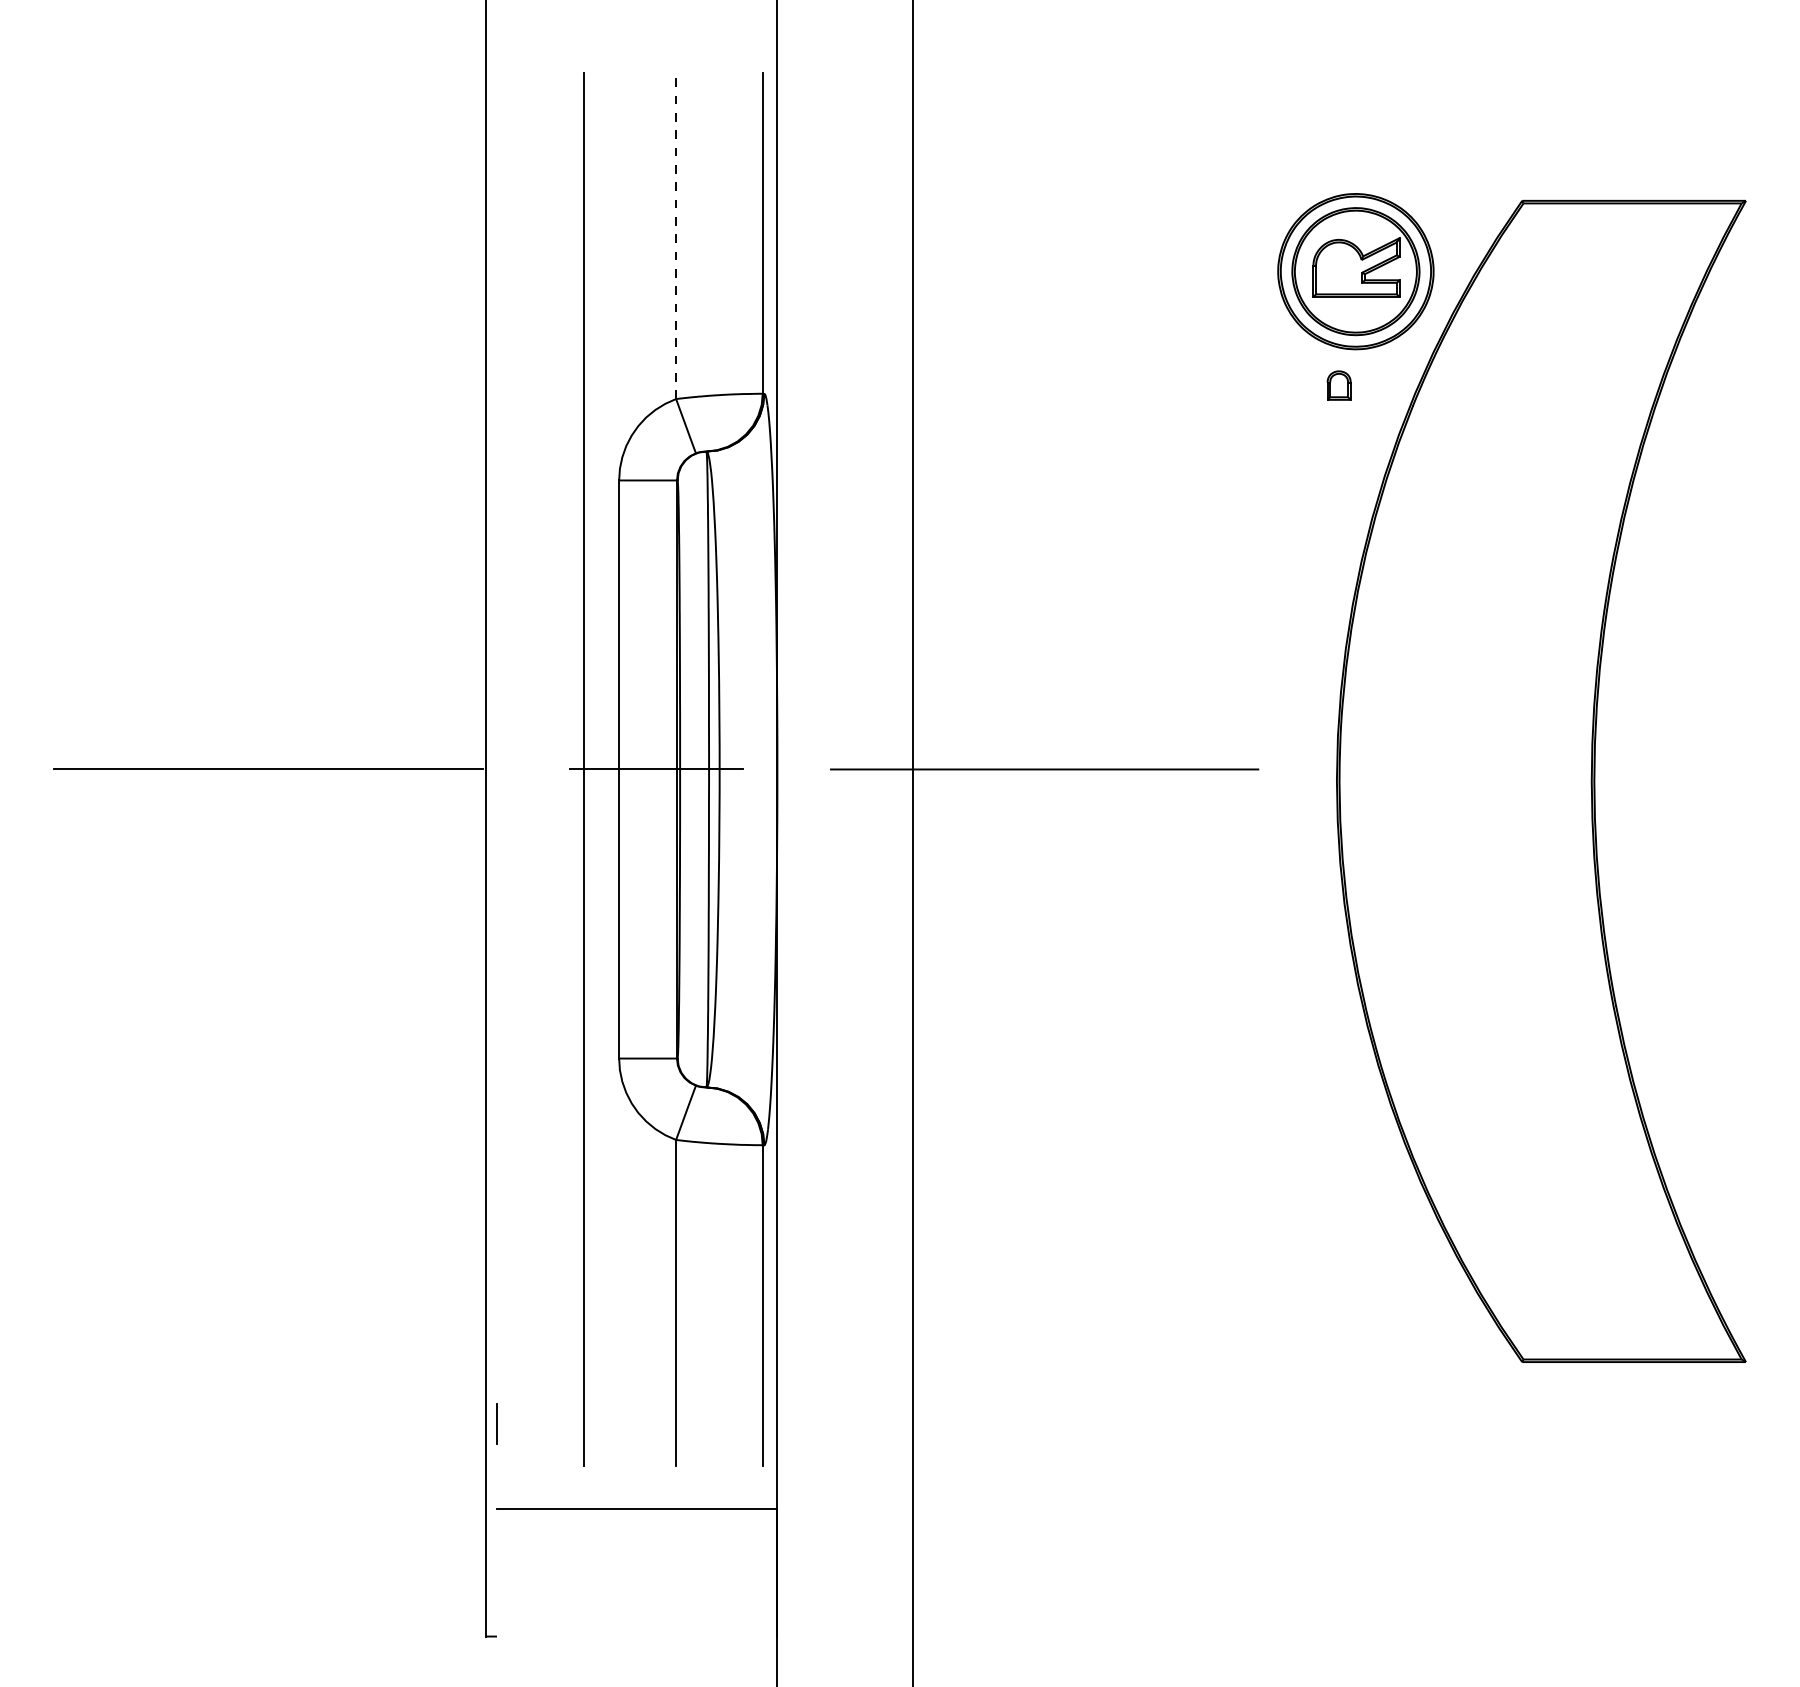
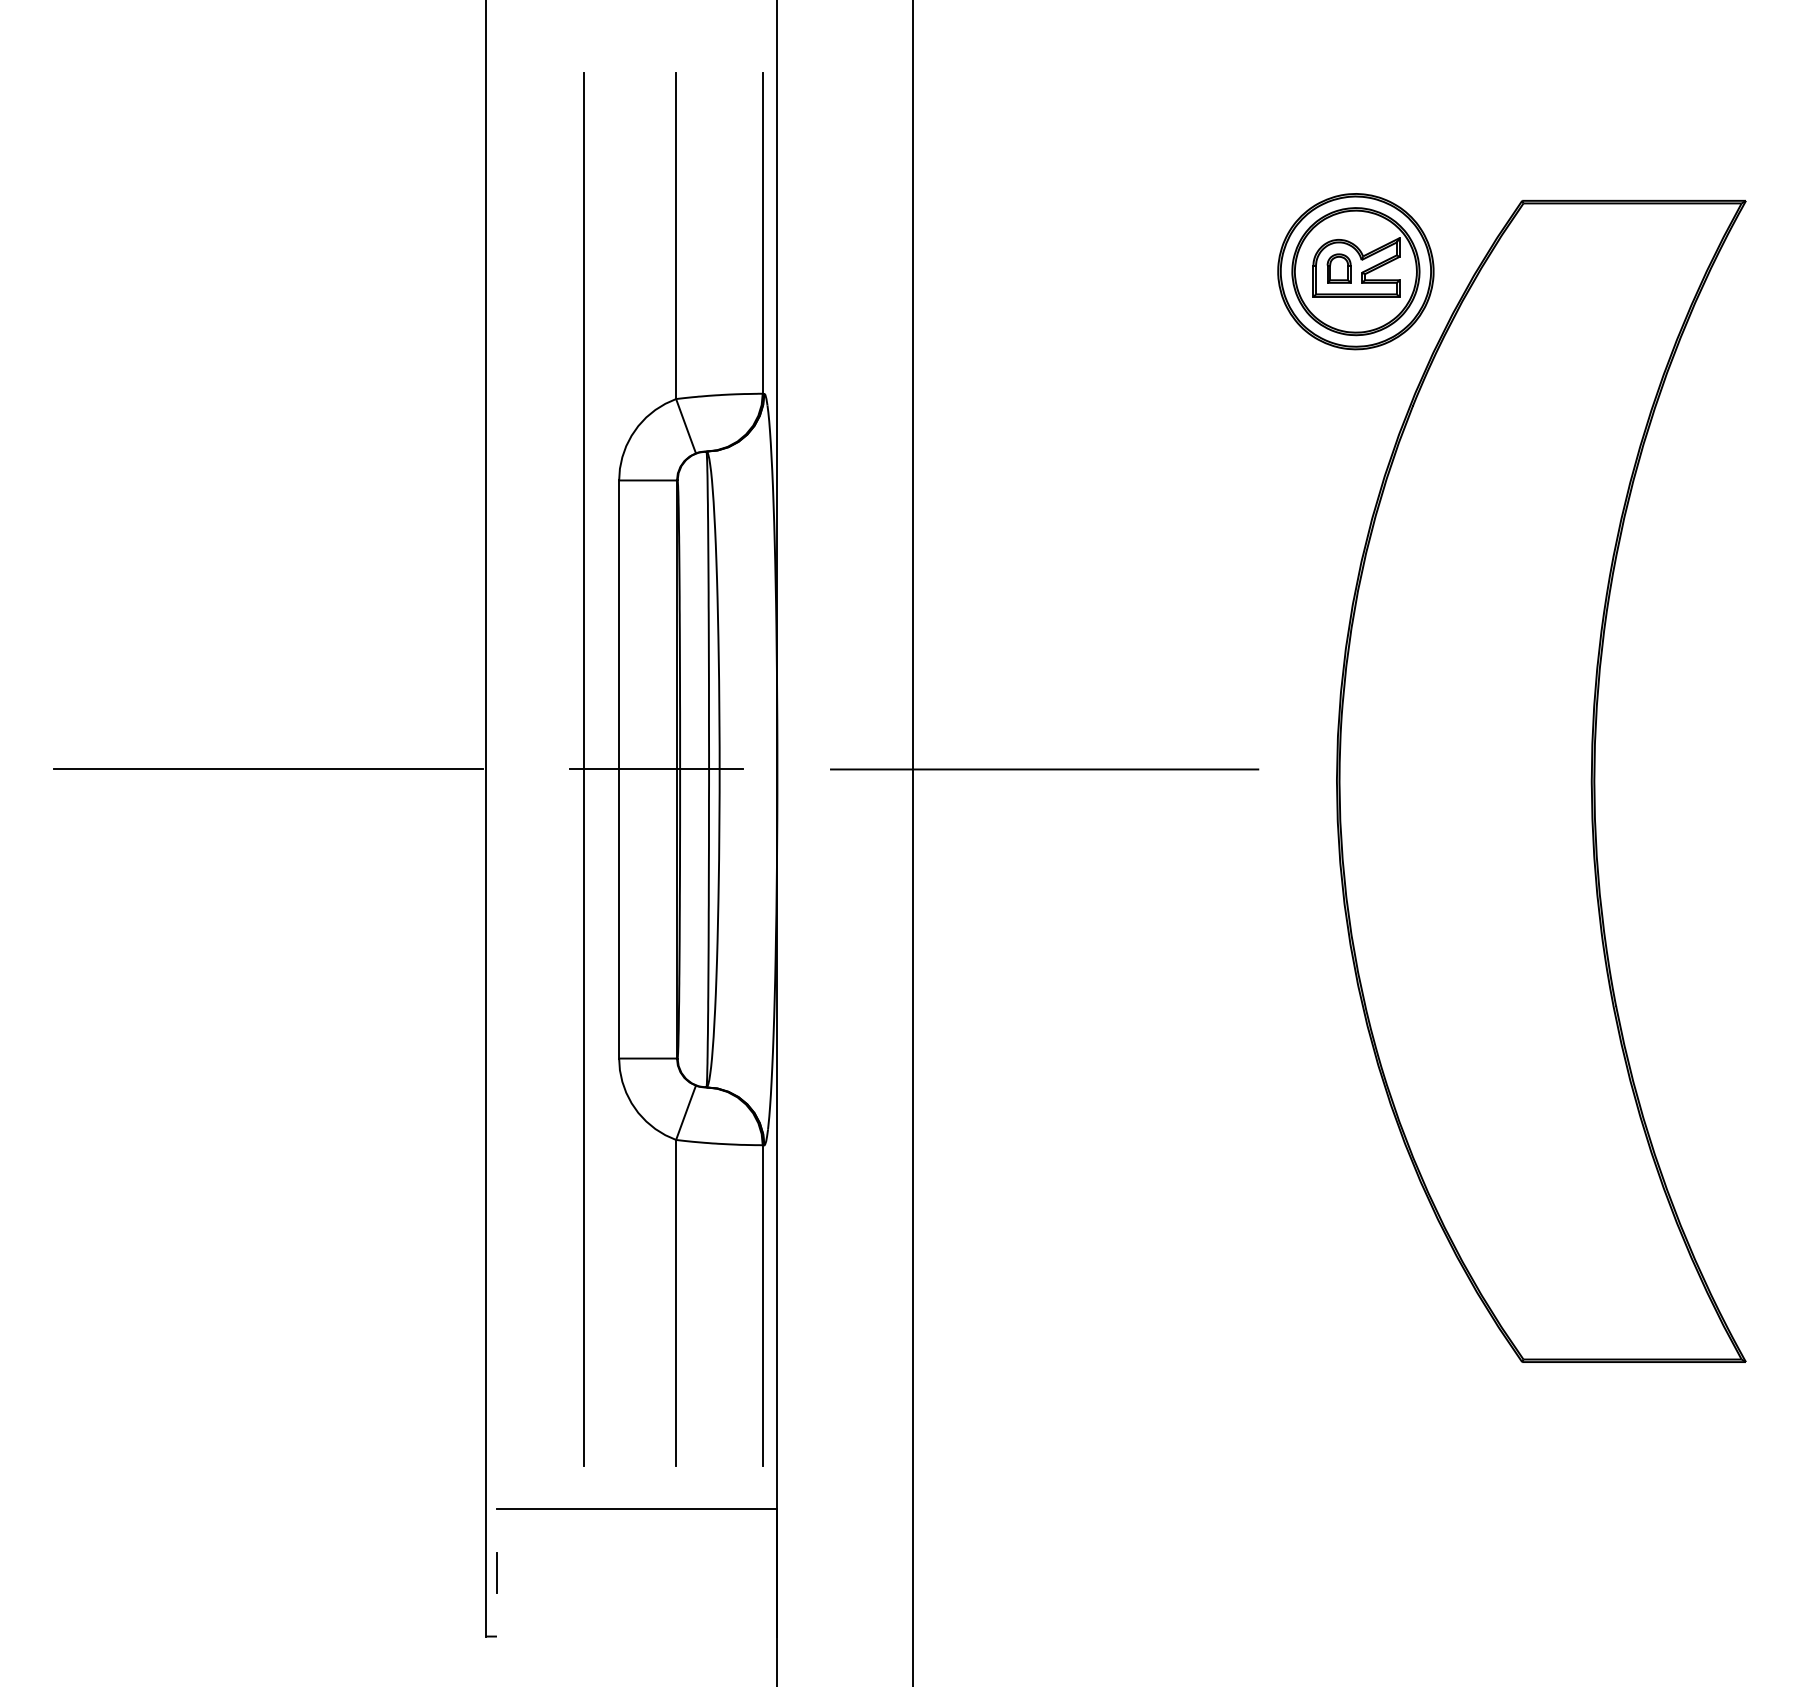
line at (676, 235): dashed -> solid
part at (1338, 385) position: (1338, 385) -> (1338, 268)
line at (496, 1423) position: (496, 1423) -> (496, 1572)
